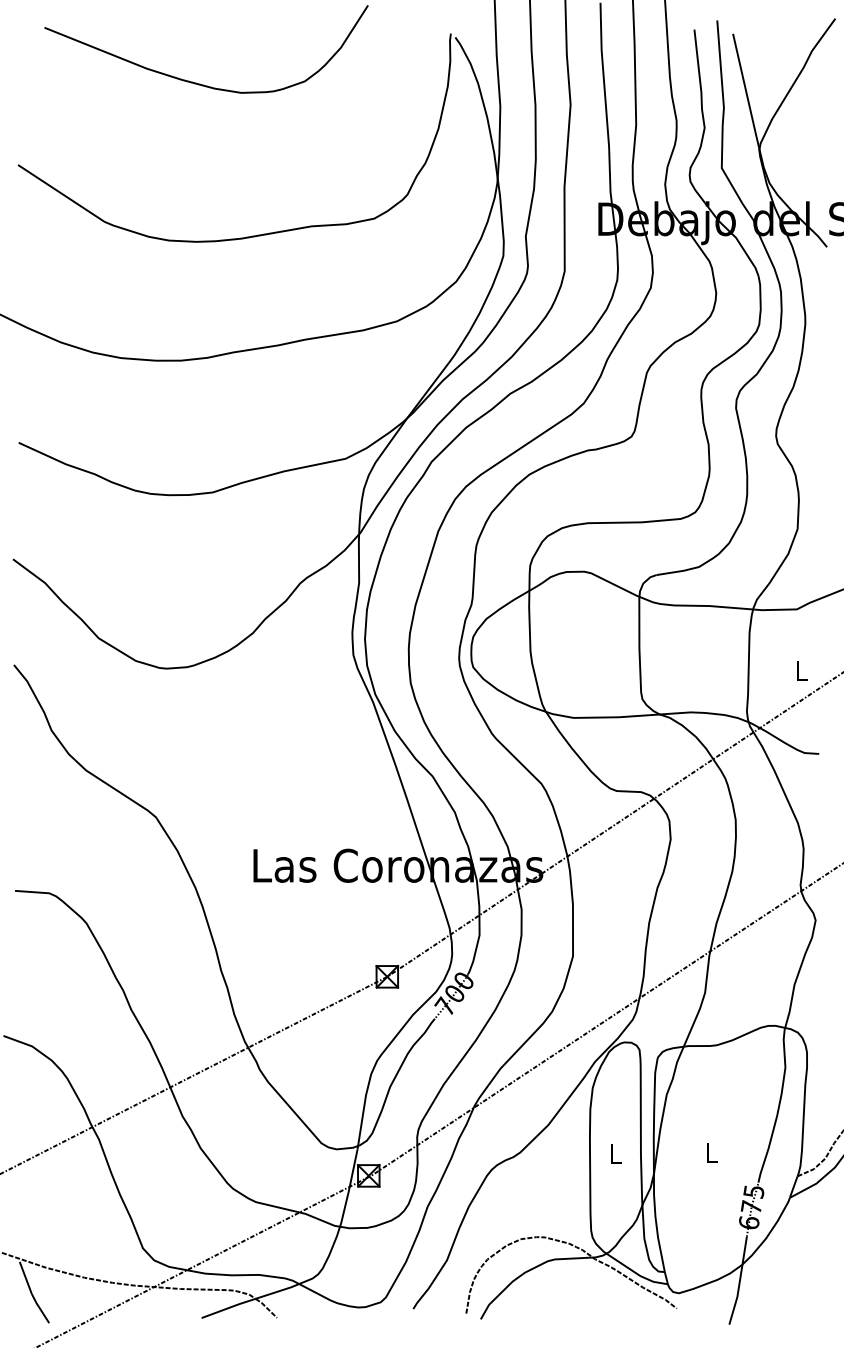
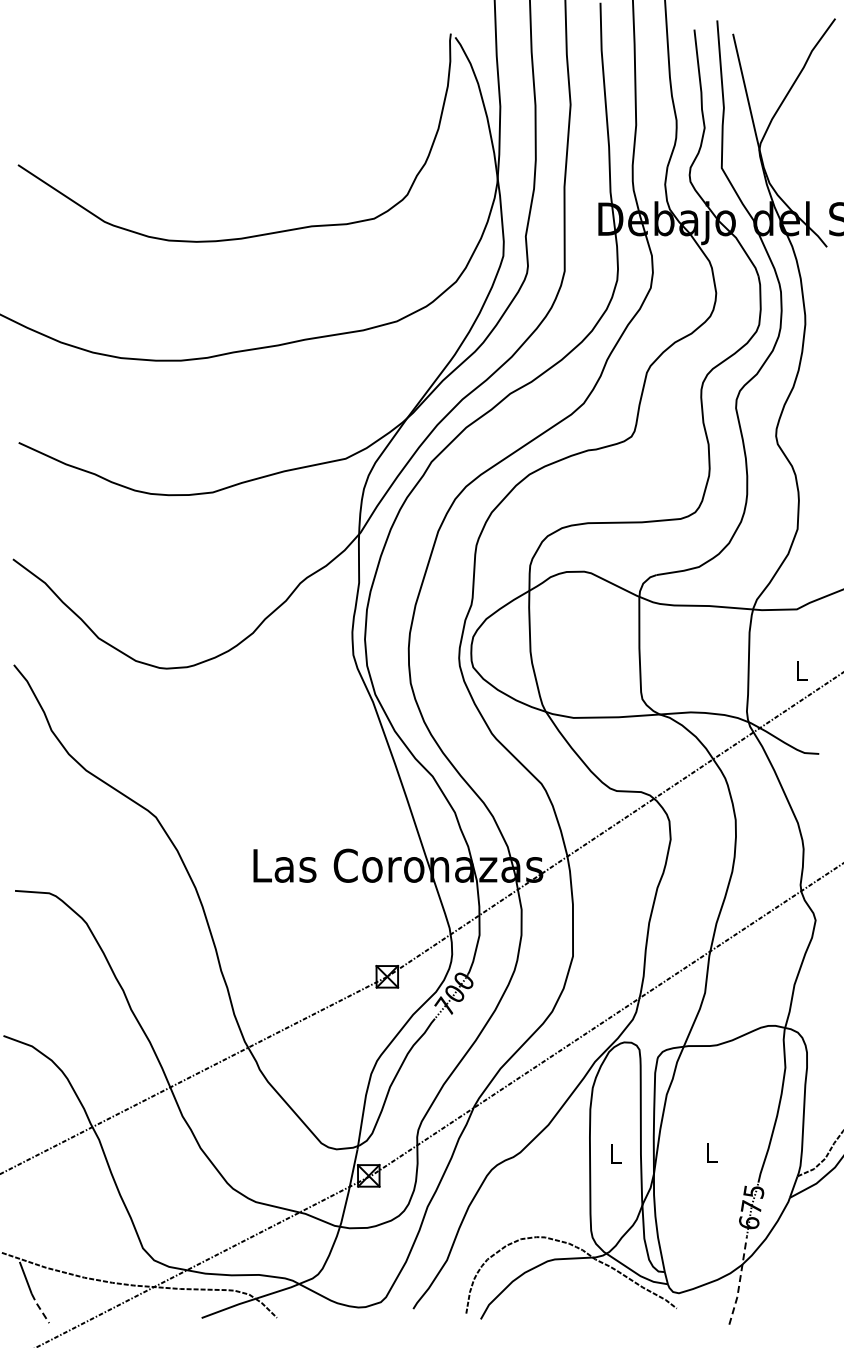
curve at (196, 82): present -> none
line at (739, 1281): solid -> dashed
line at (39, 1308): solid -> dashed
